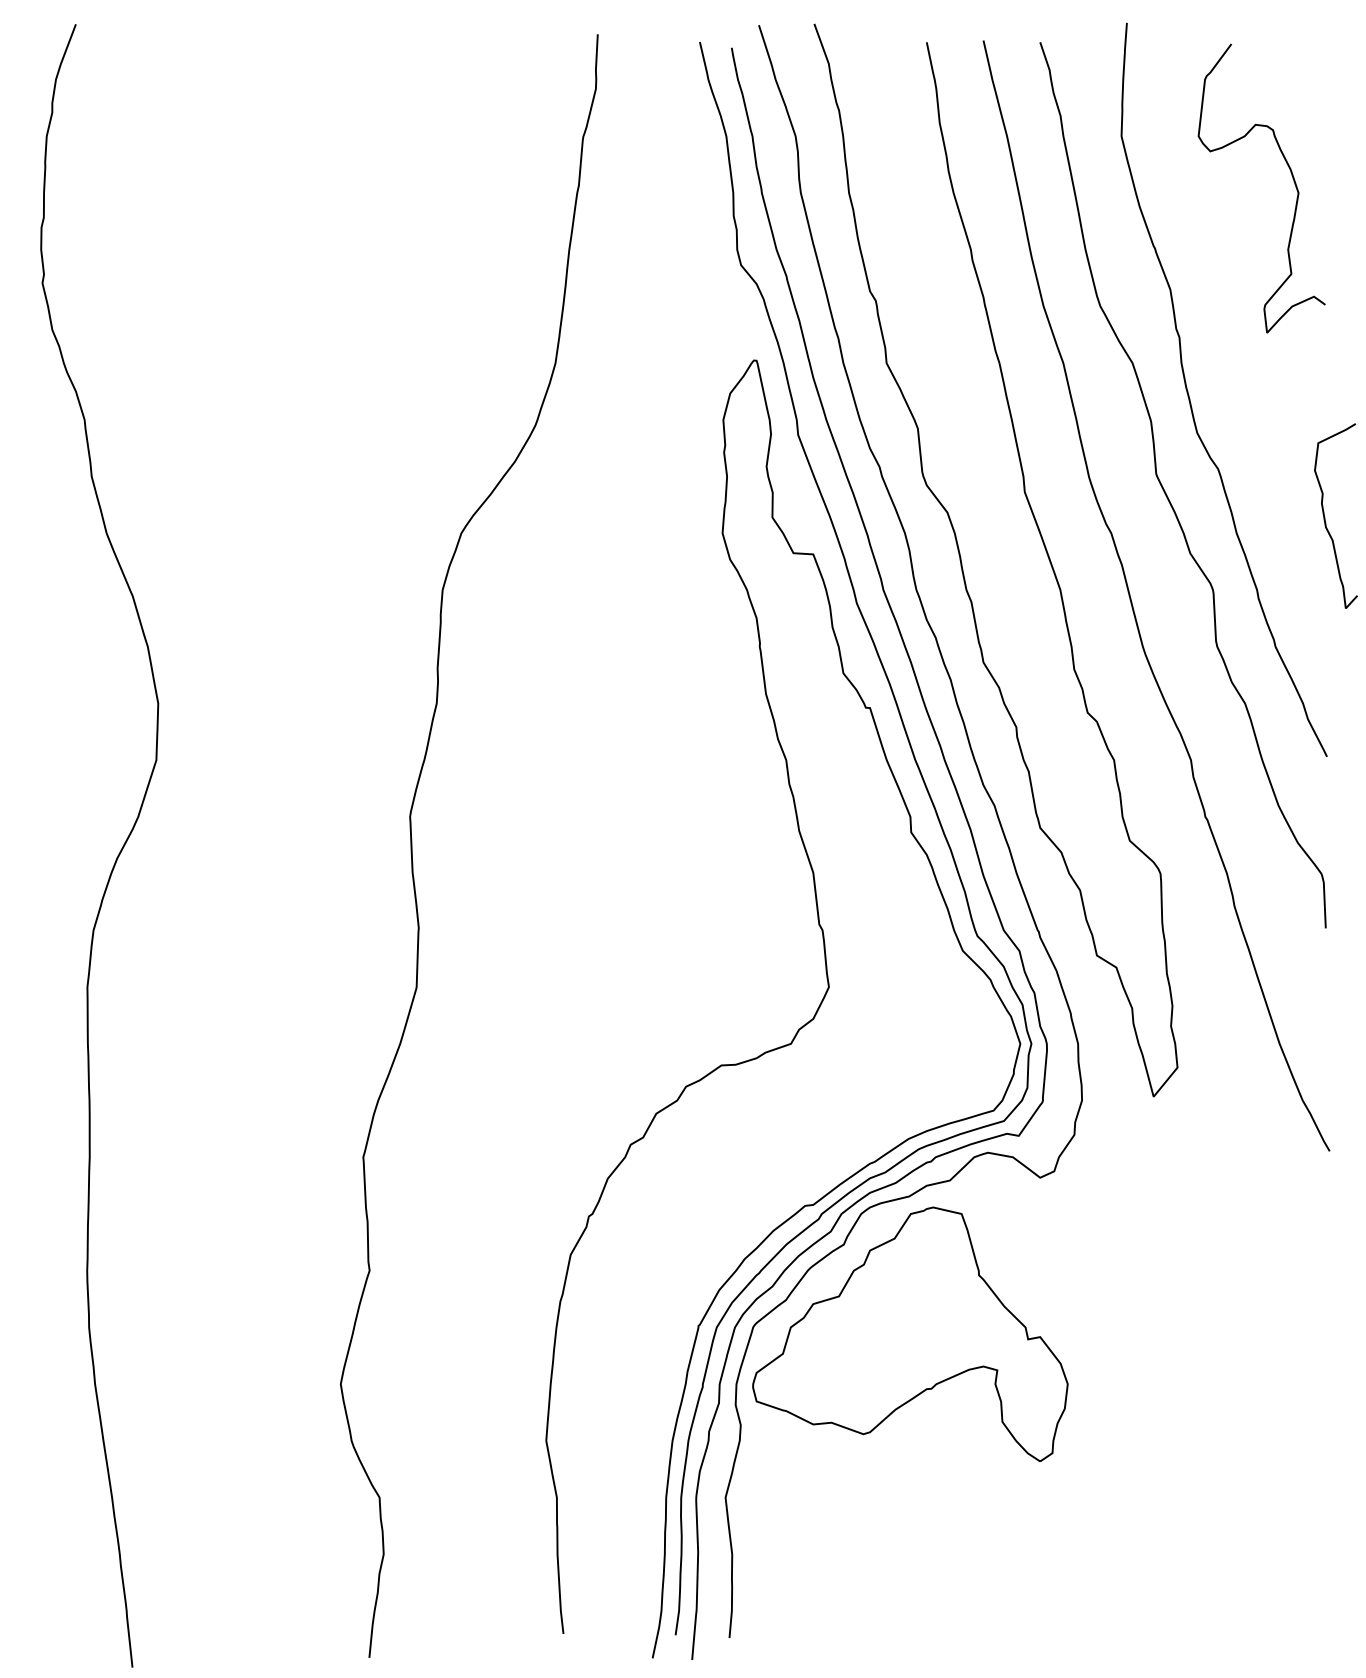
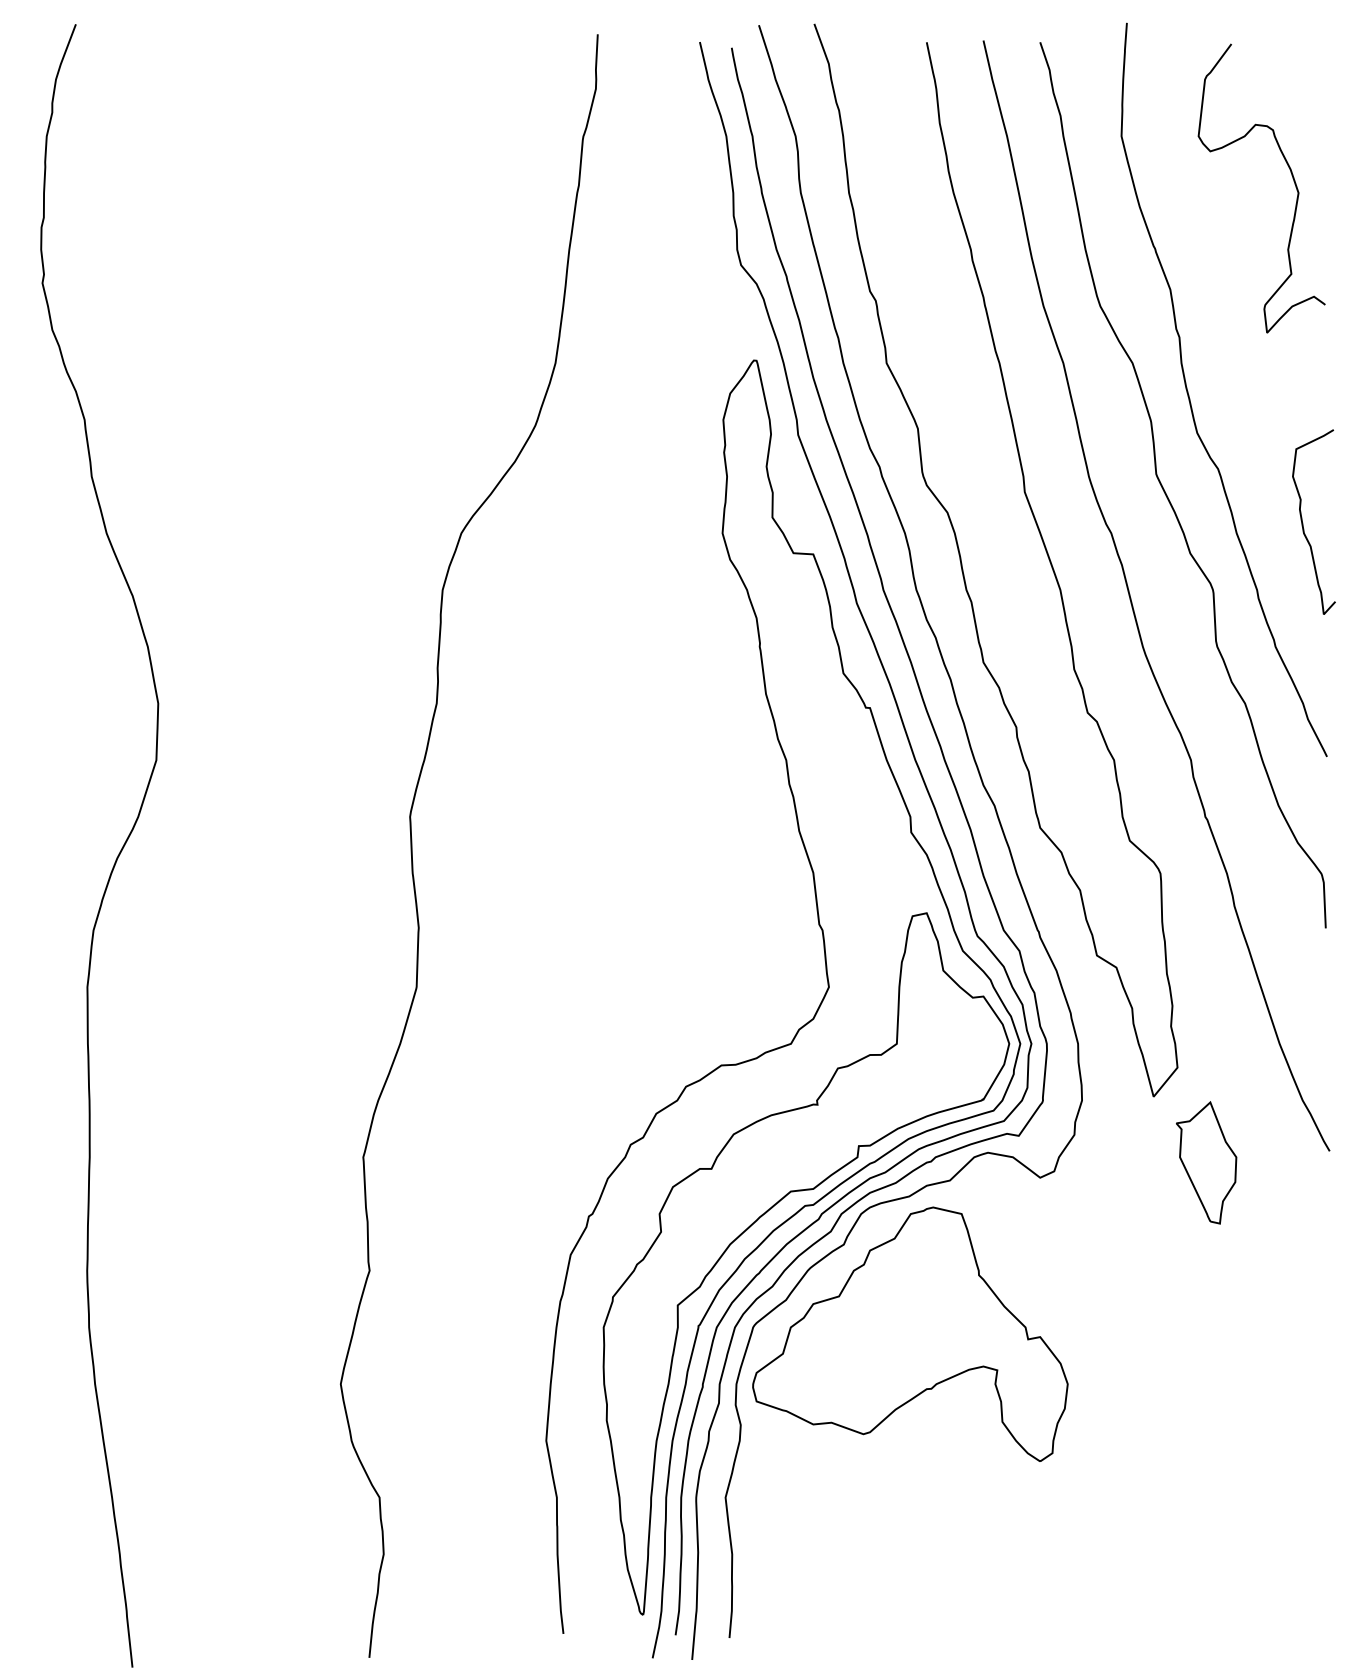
curve at (1325, 517) position: (1325, 517) -> (1303, 523)
part at (1206, 1162): none -> present
part at (765, 1214): none -> present
